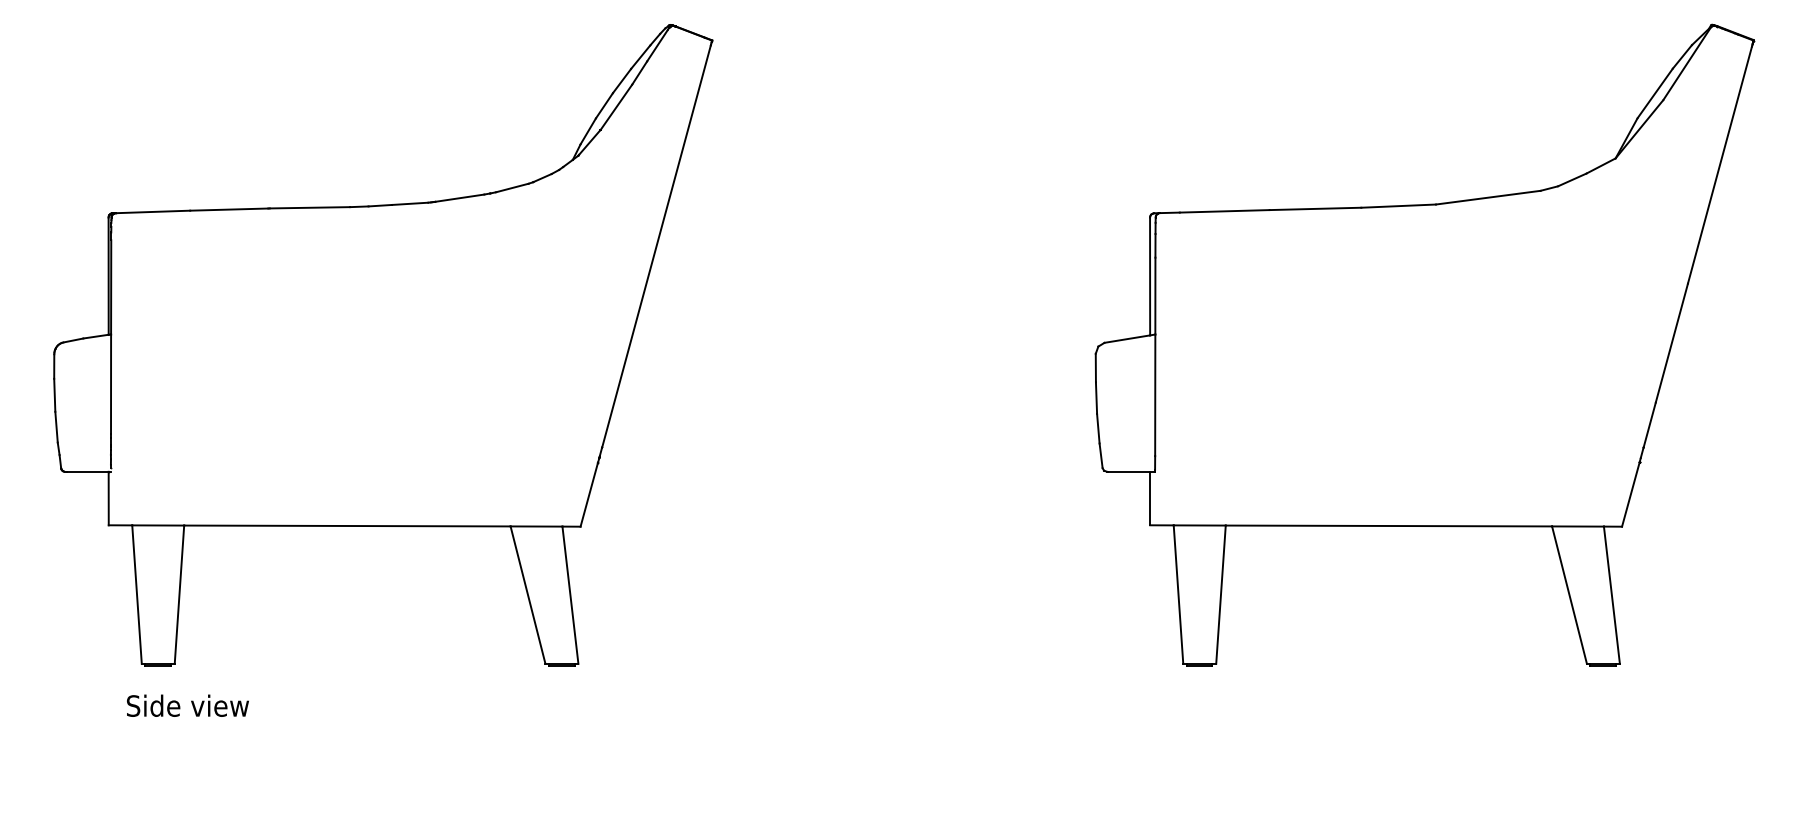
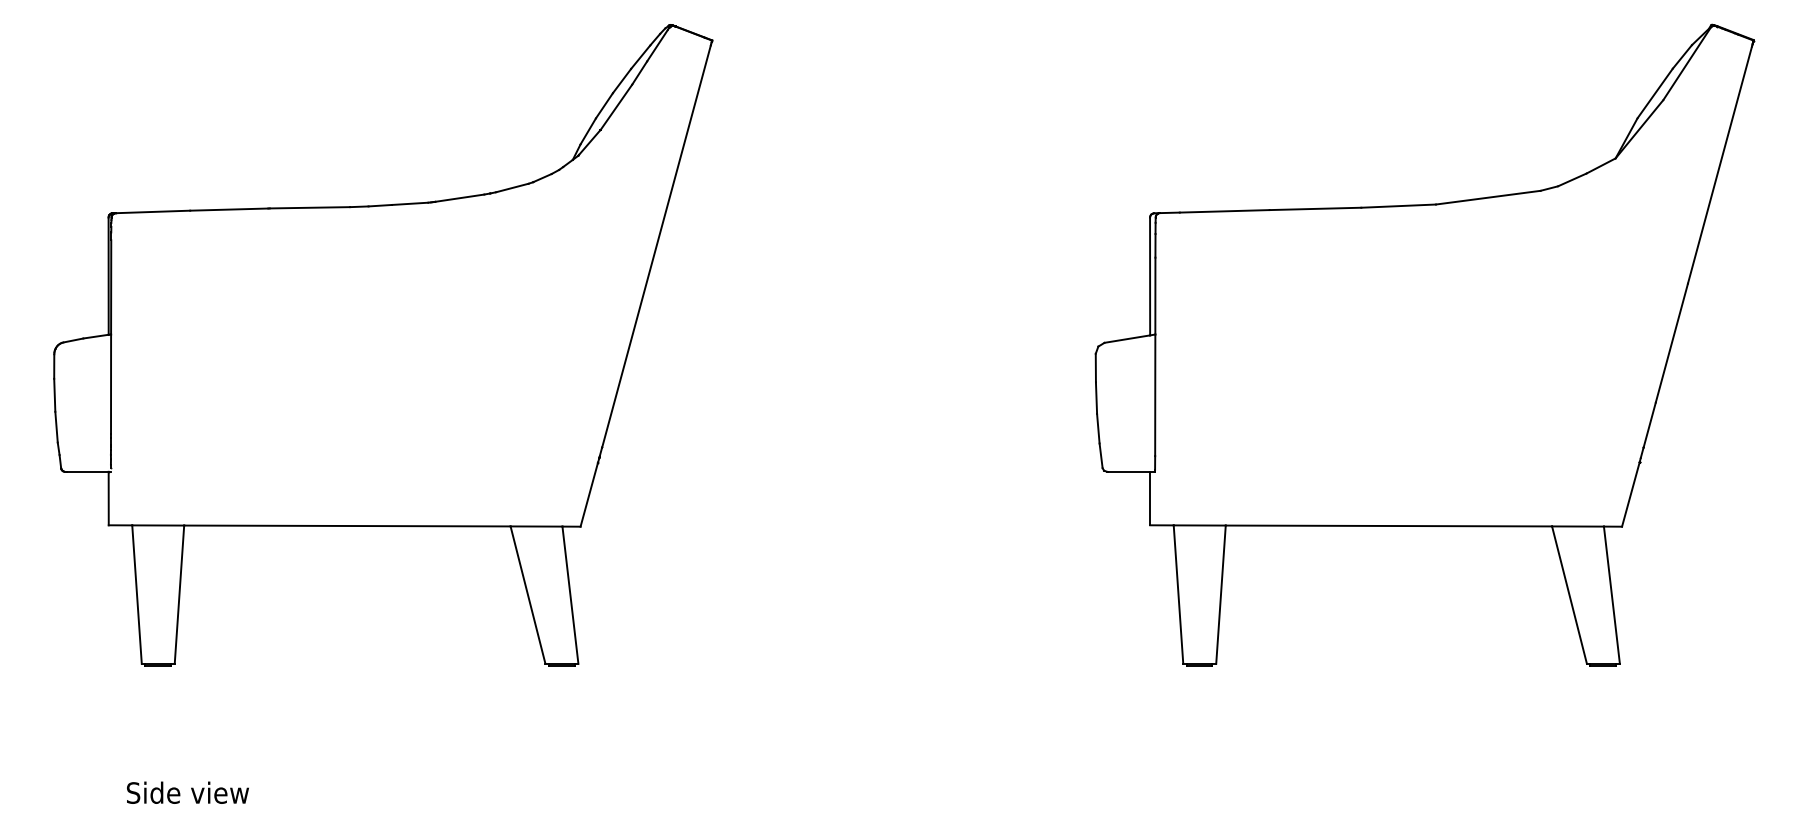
text at (187, 705) position: (187, 705) -> (187, 792)
